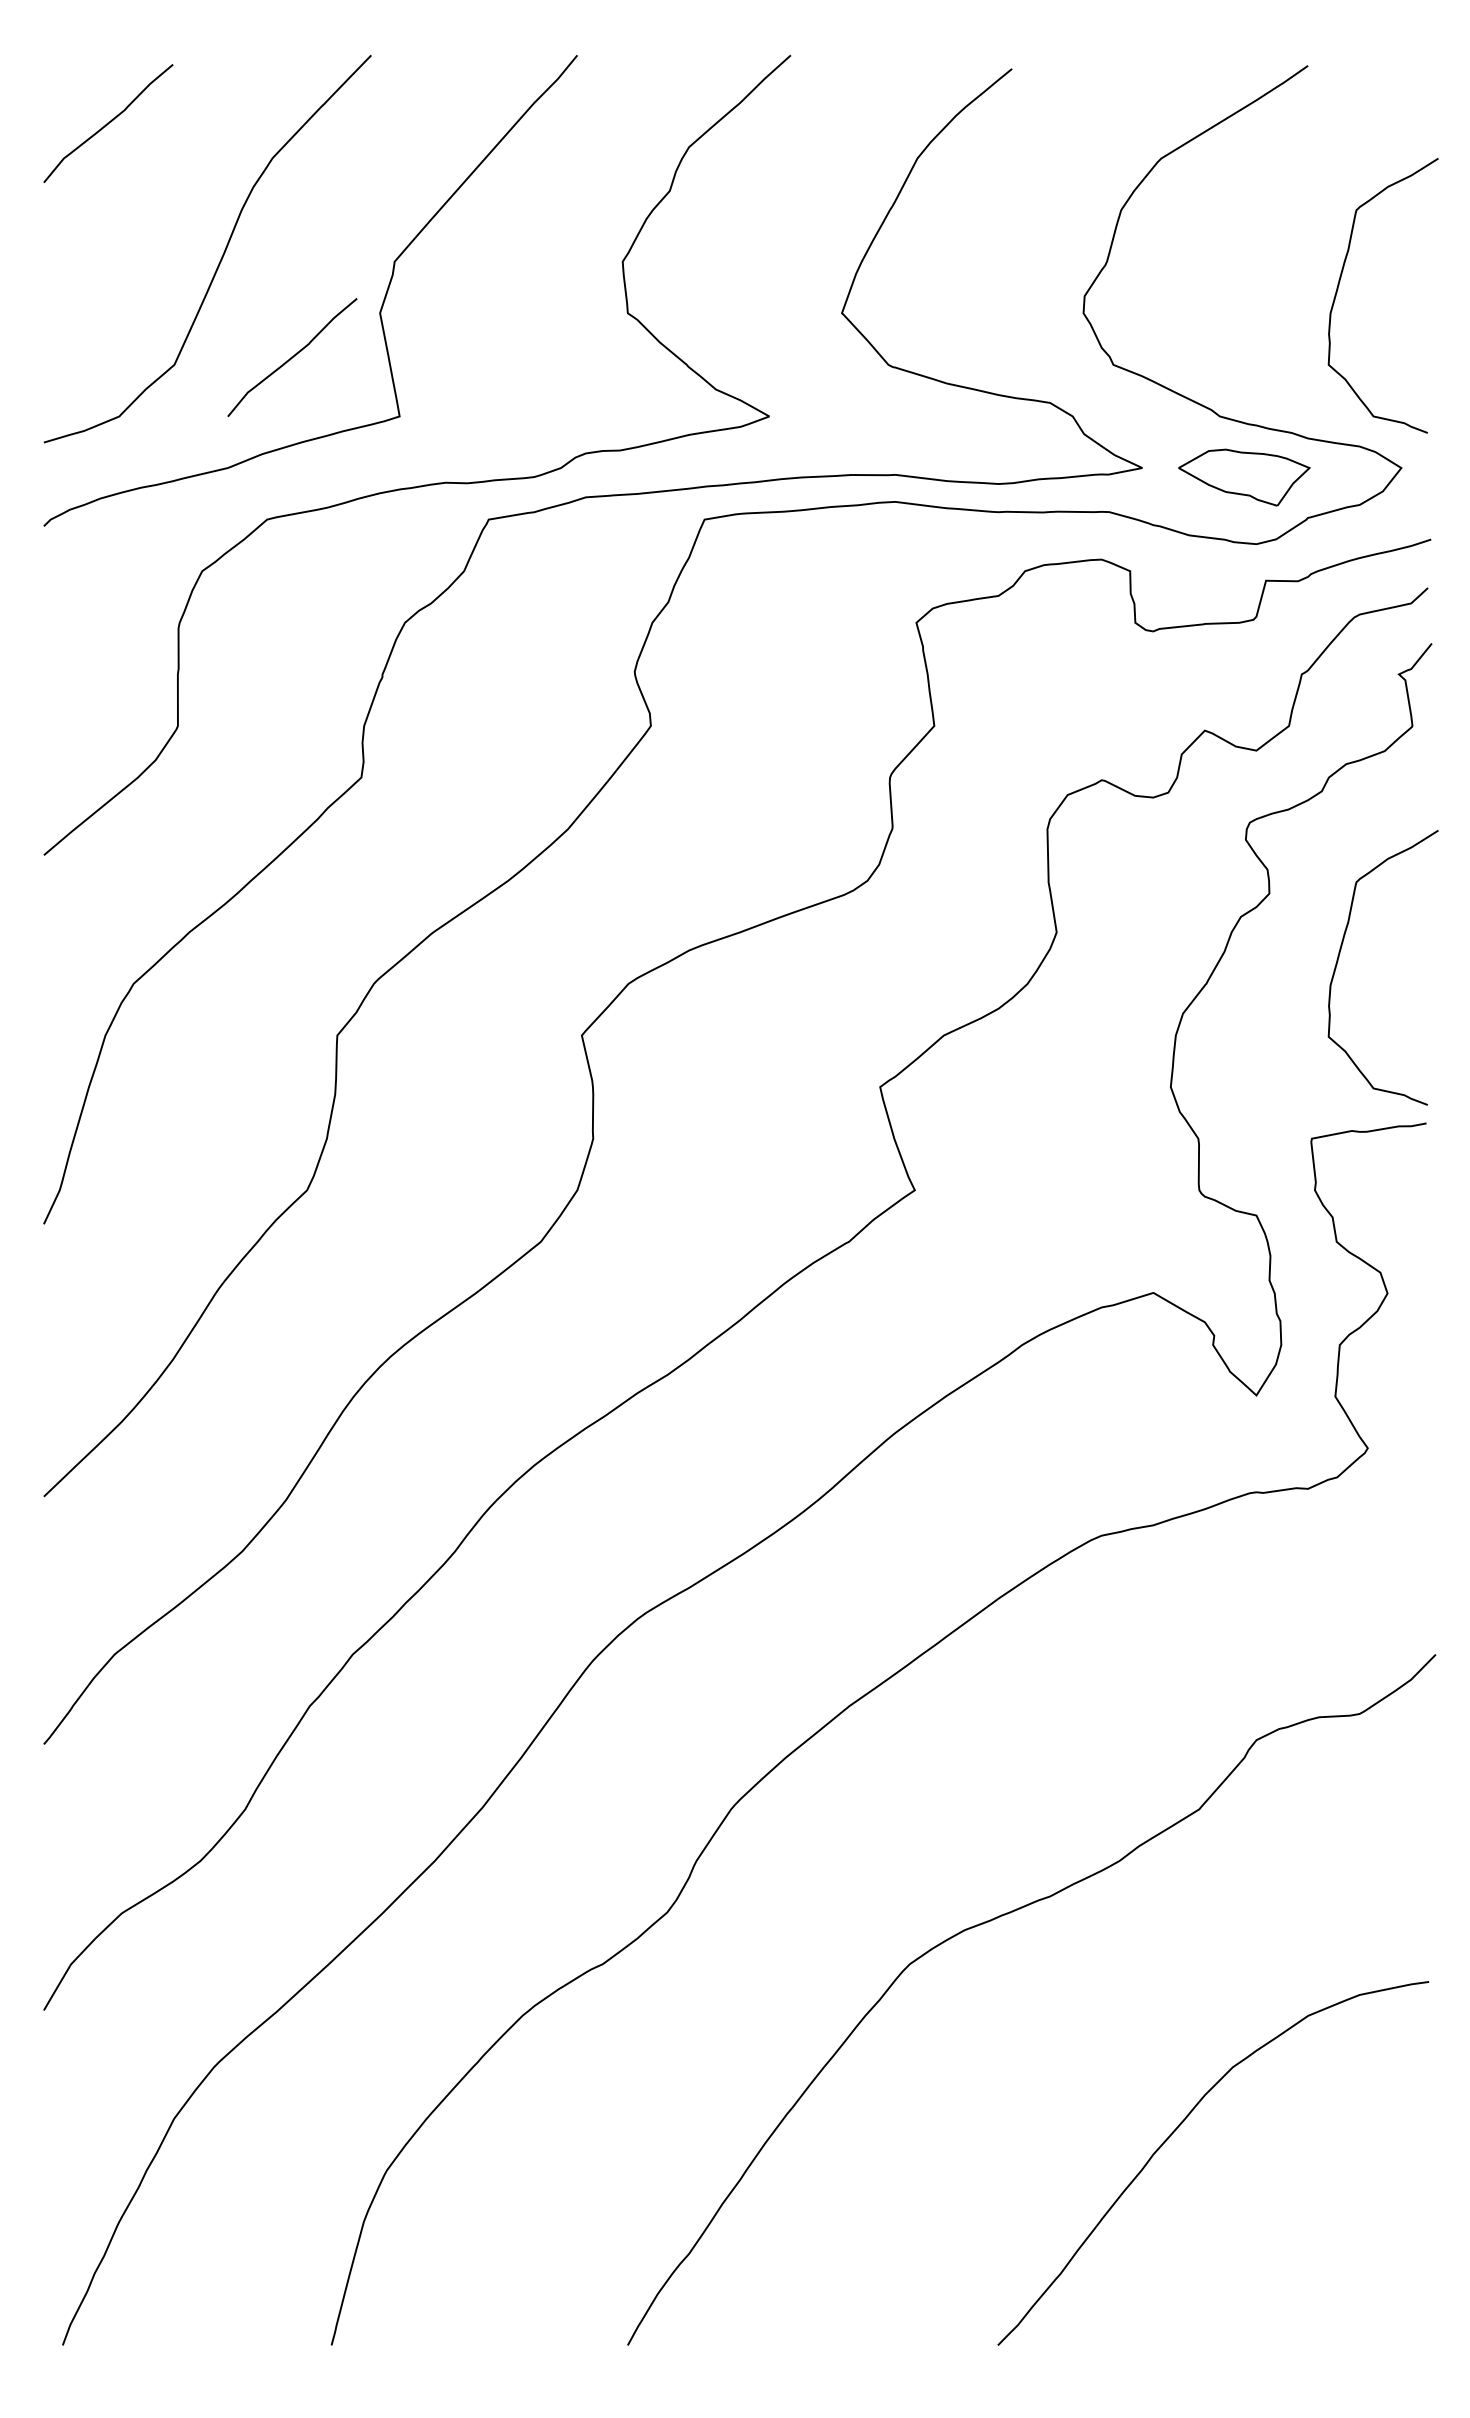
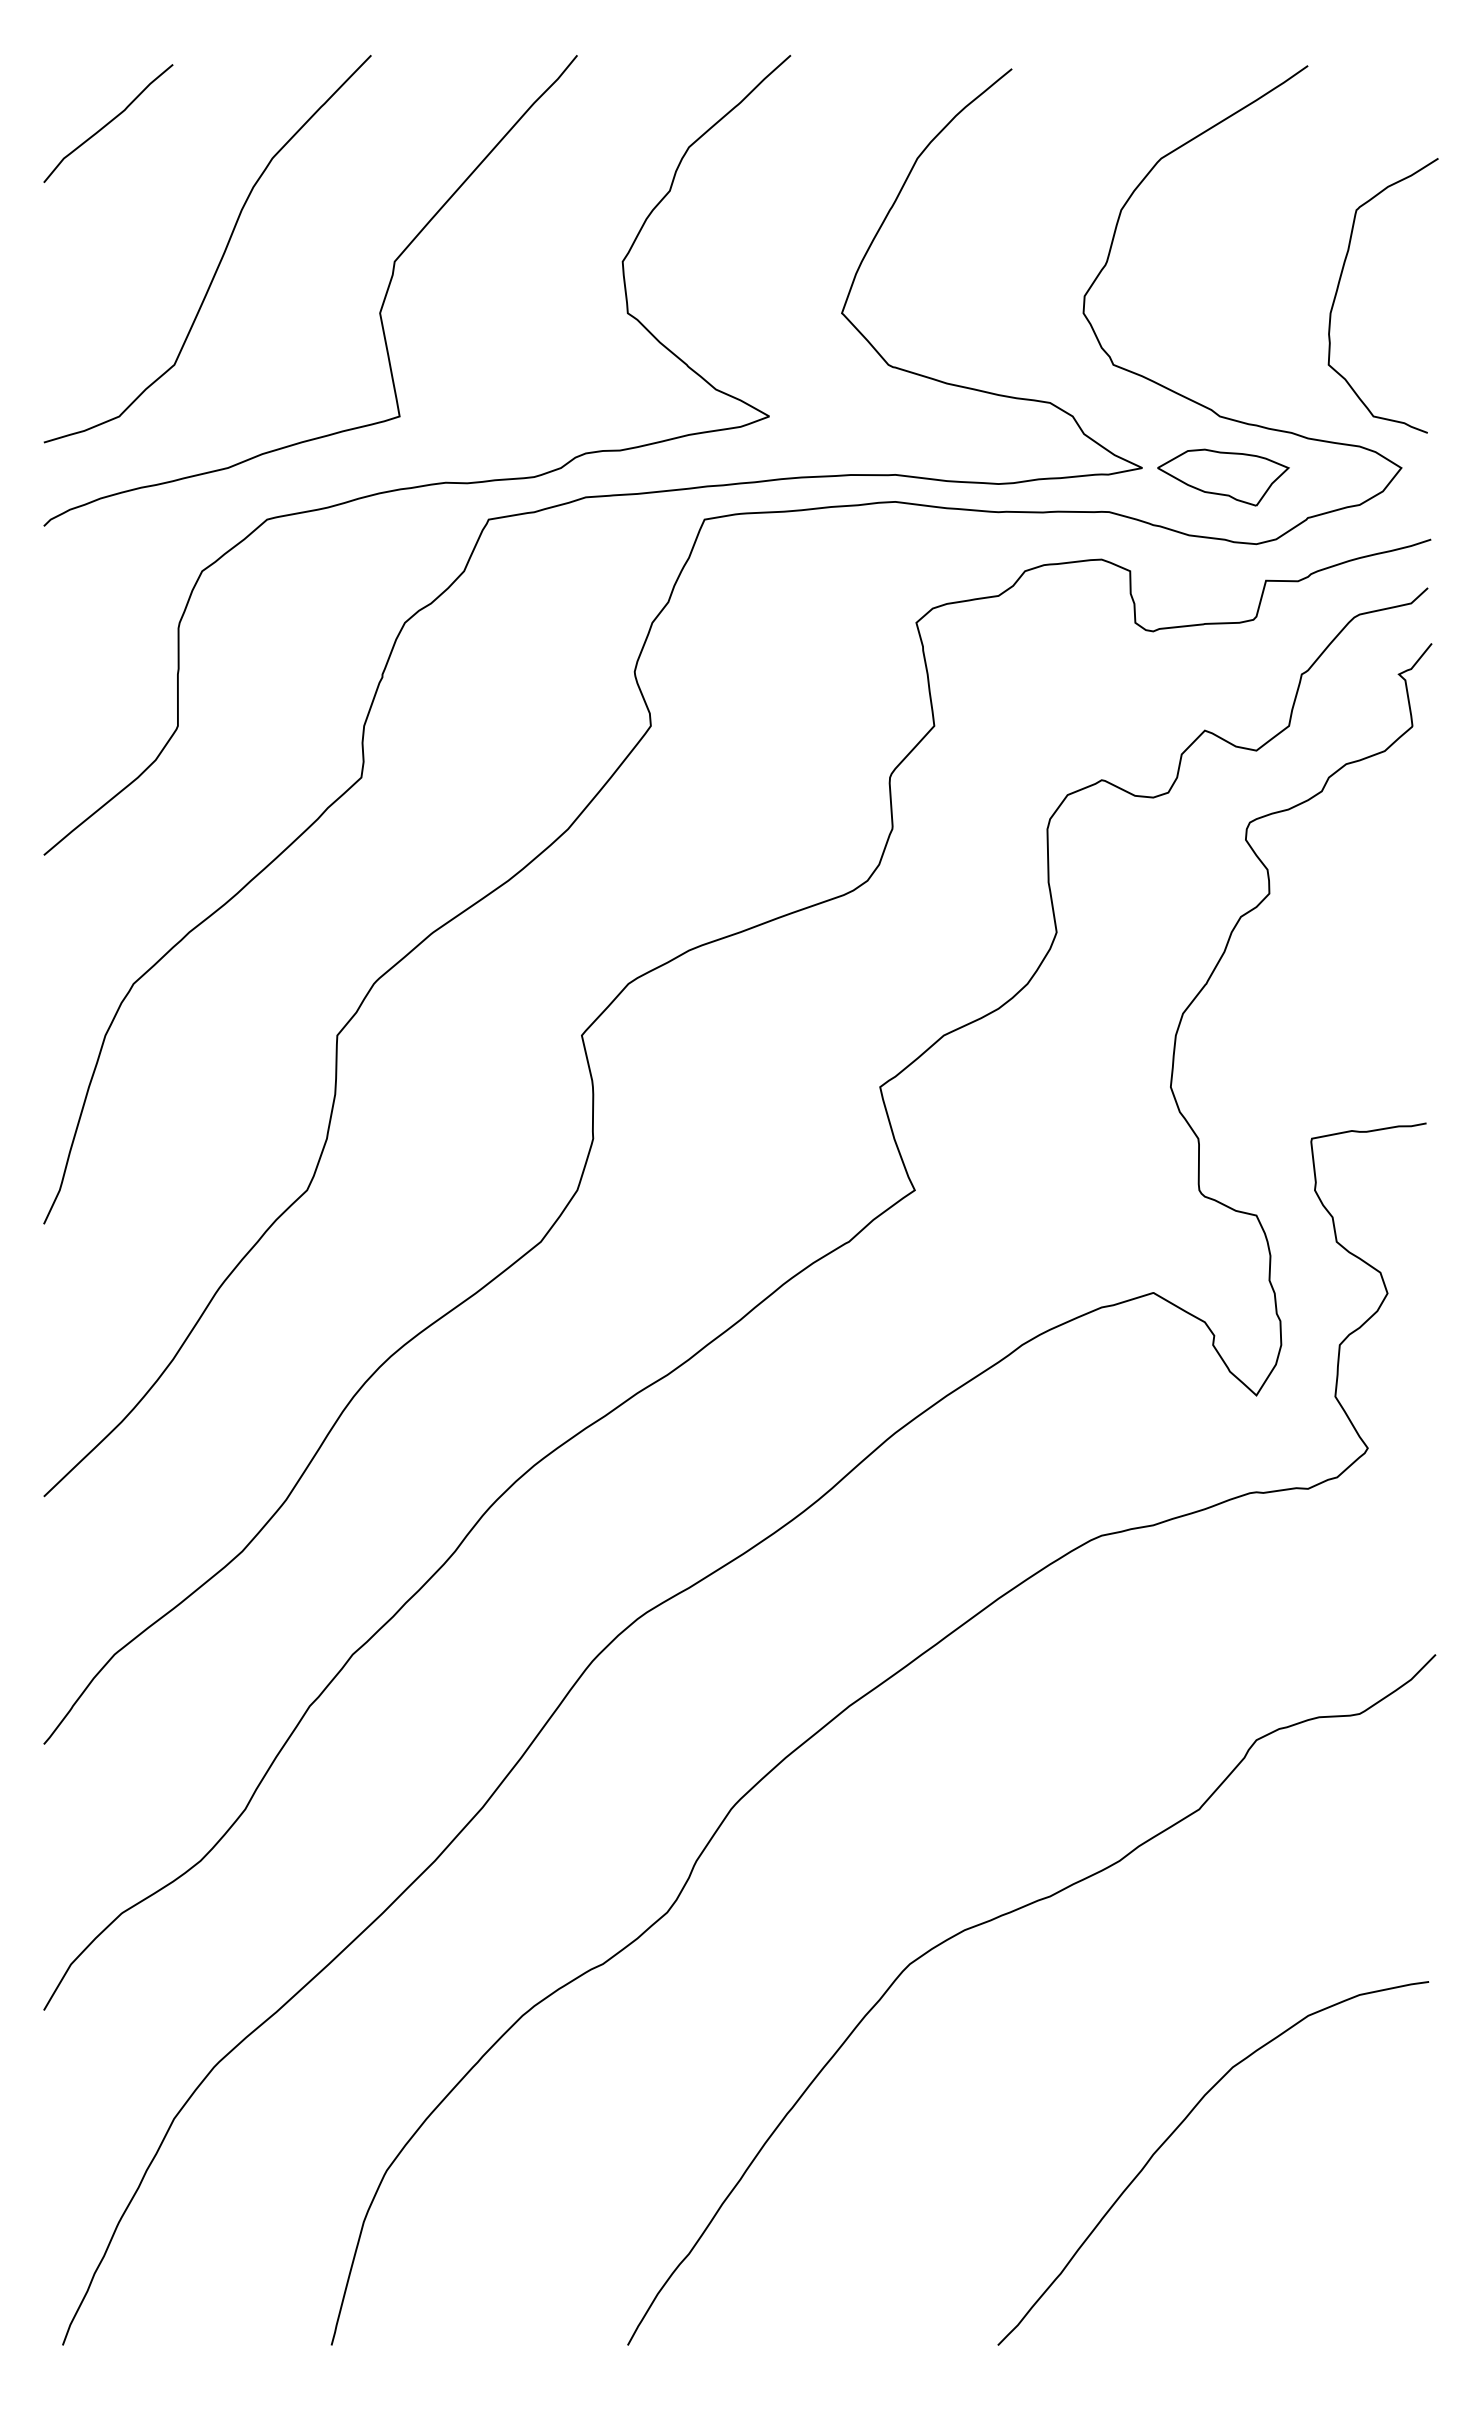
curve at (292, 357): present -> none
part at (1244, 477) position: (1244, 477) -> (1223, 477)
curve at (1339, 957): present -> none
